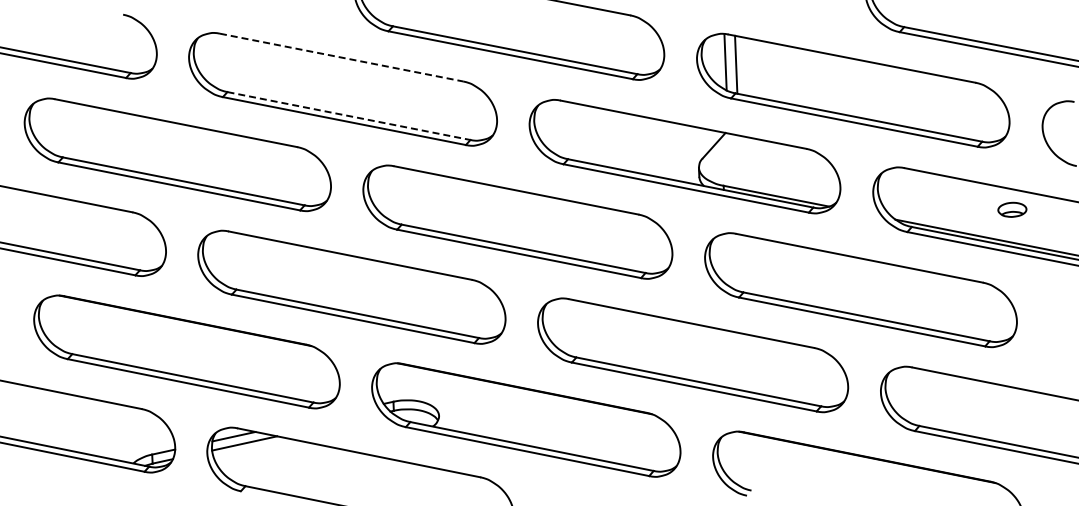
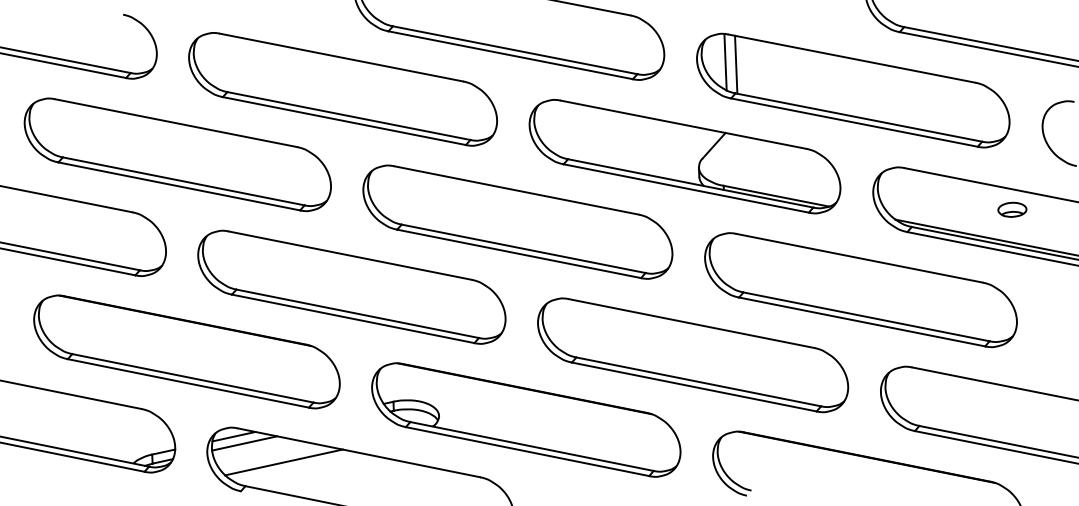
line at (341, 57): dashed -> solid
line at (348, 116): dashed -> solid
line at (283, 462): none -> present
